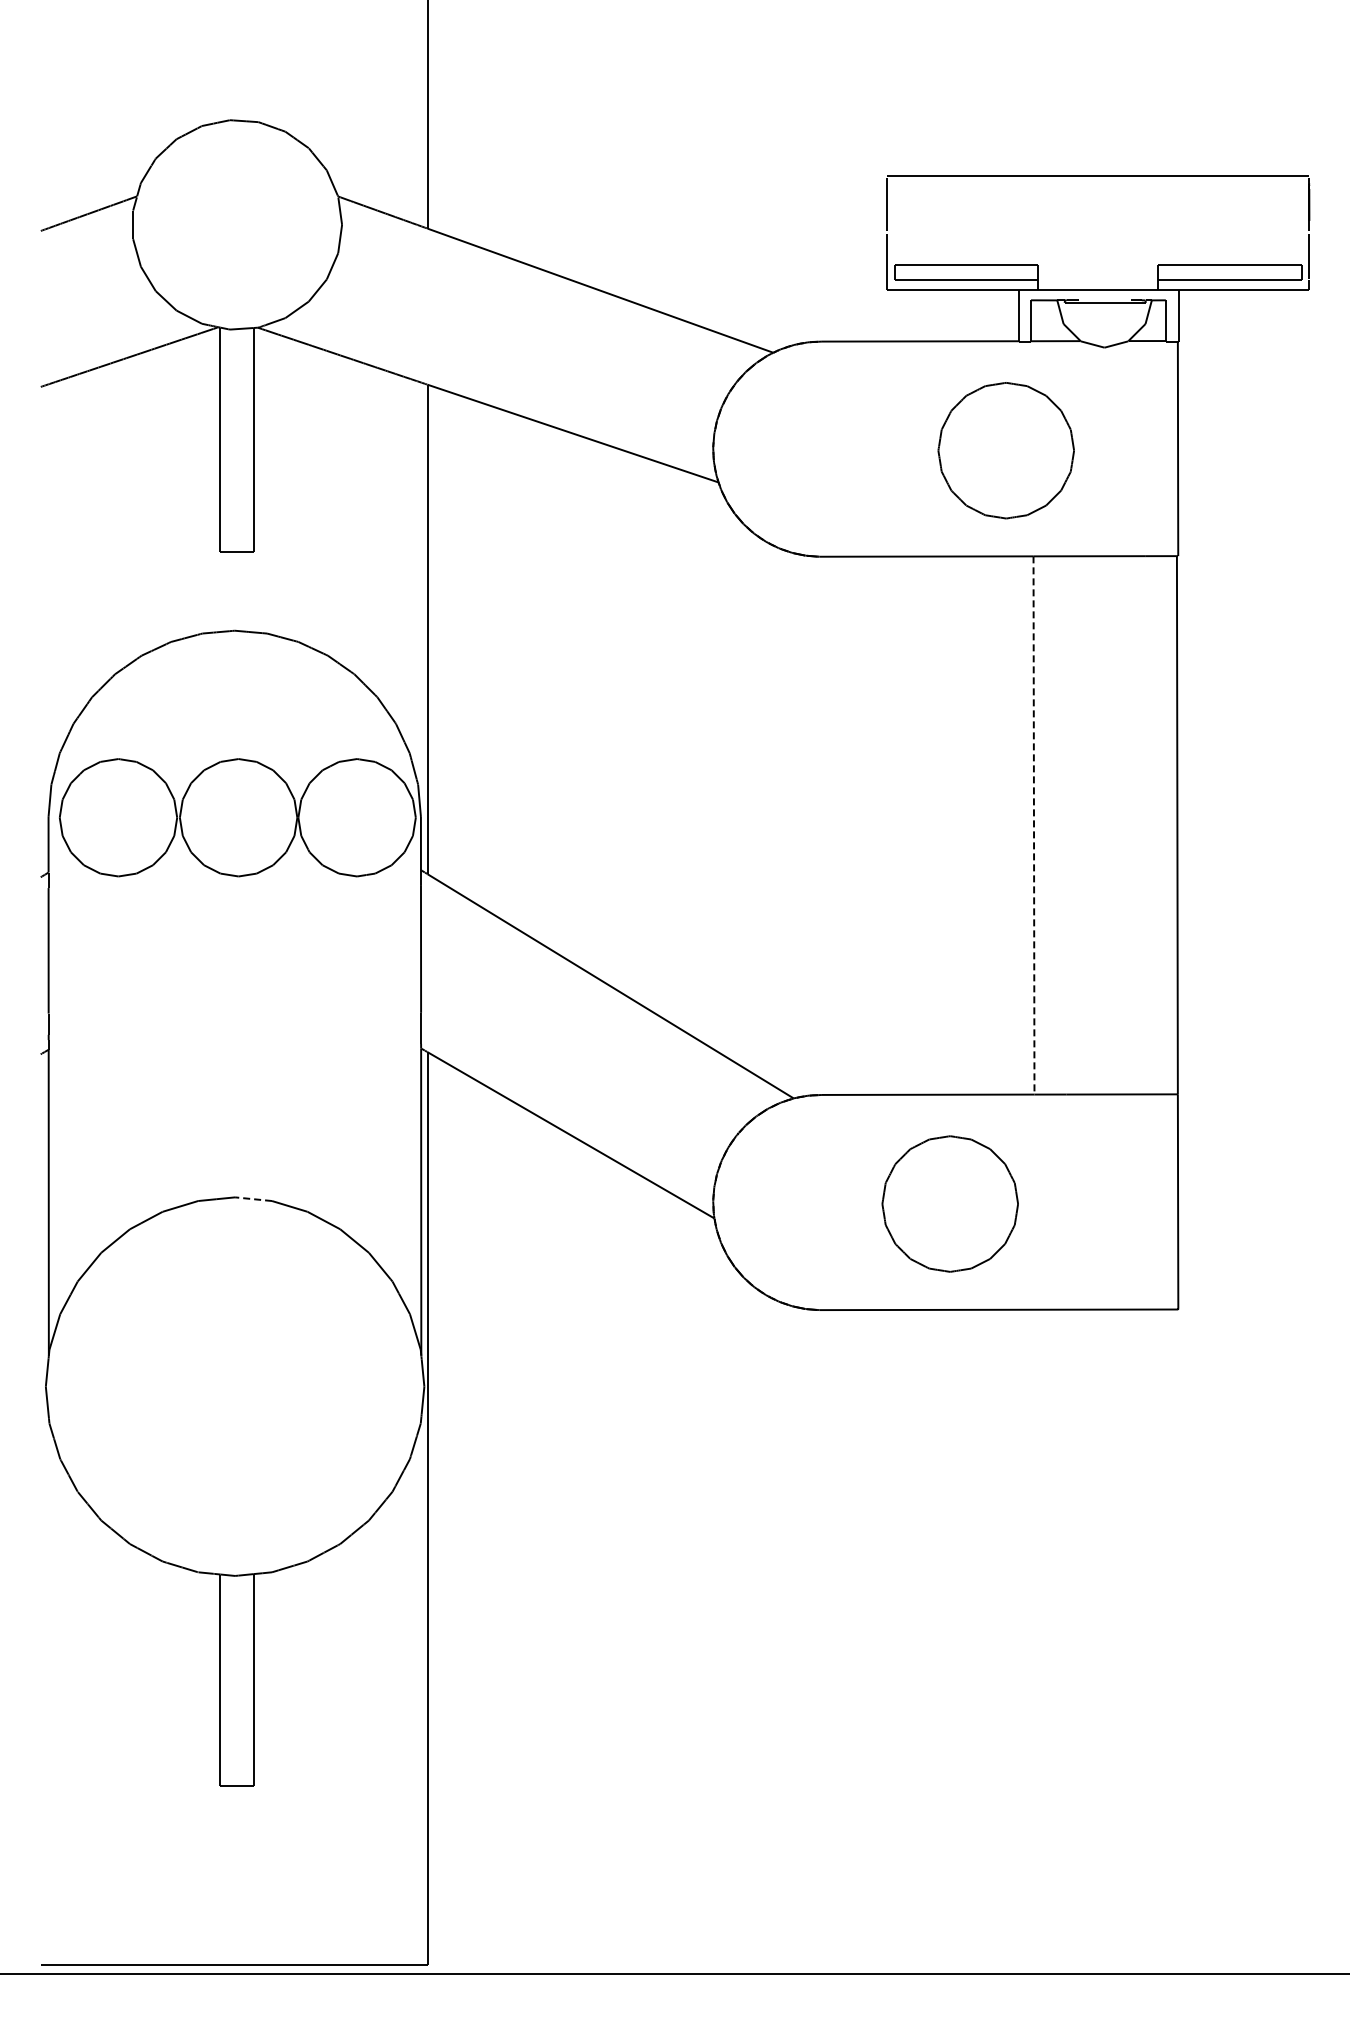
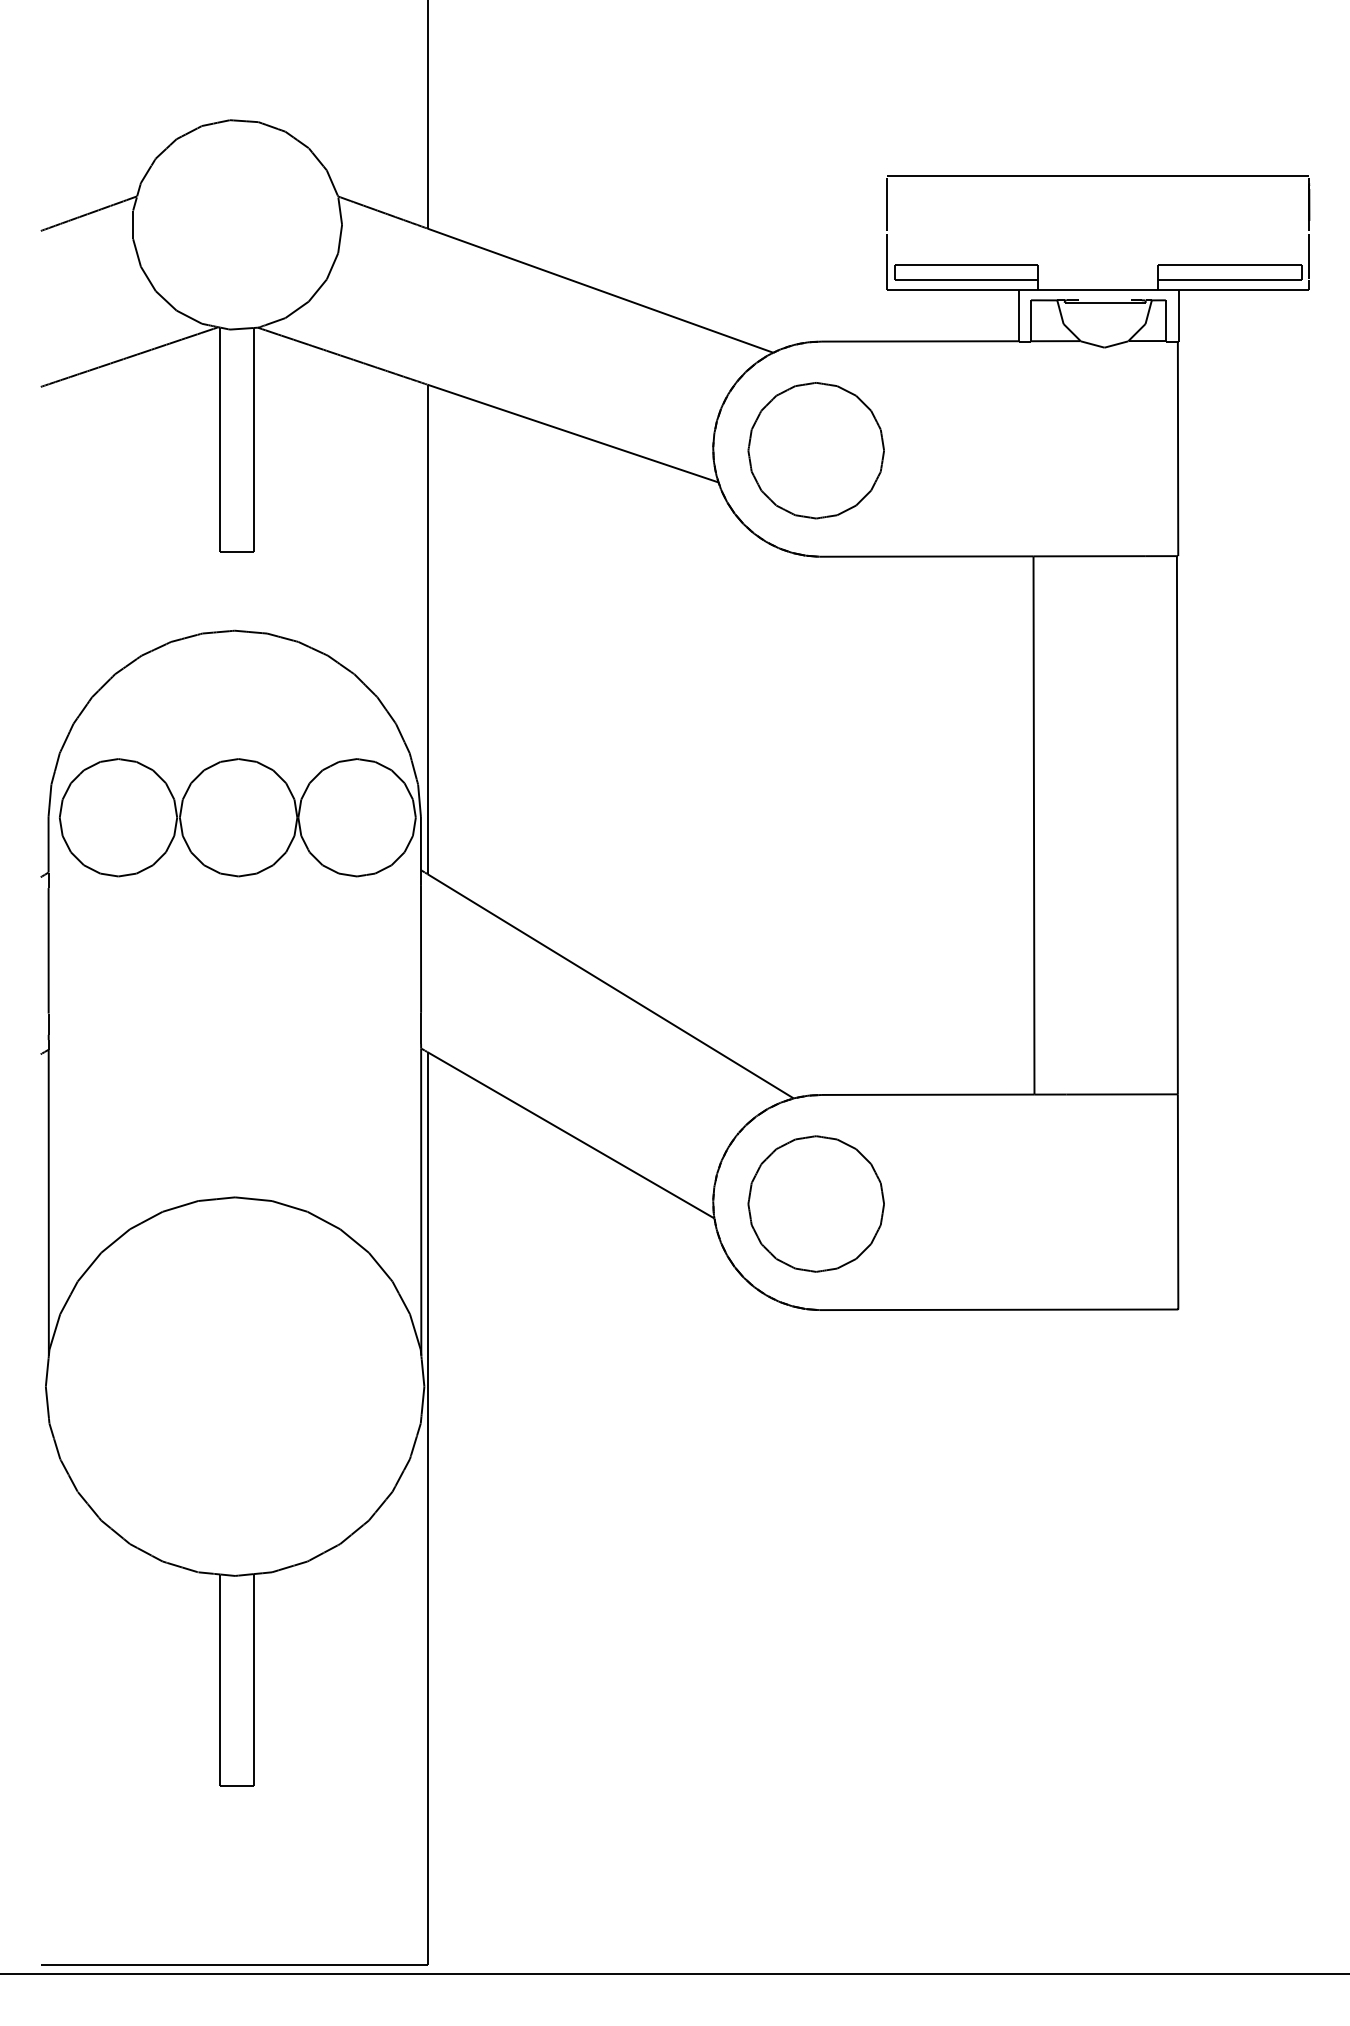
part at (1005, 450) position: (1005, 450) -> (815, 450)
line at (1034, 825): dashed -> solid
line at (253, 1199): dashed -> solid
part at (949, 1203) position: (949, 1203) -> (815, 1203)
